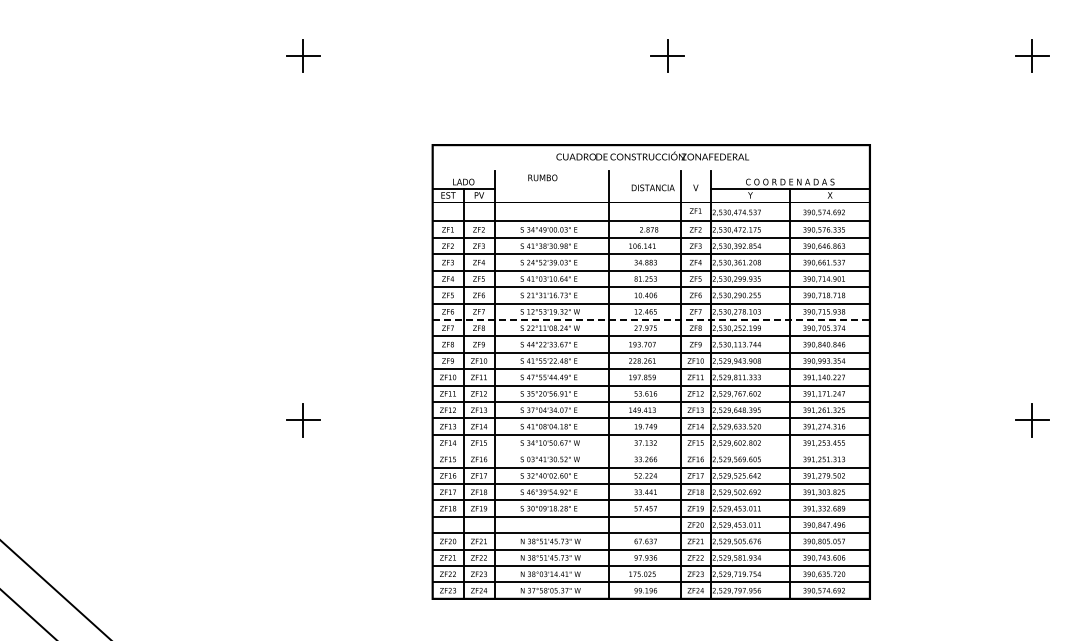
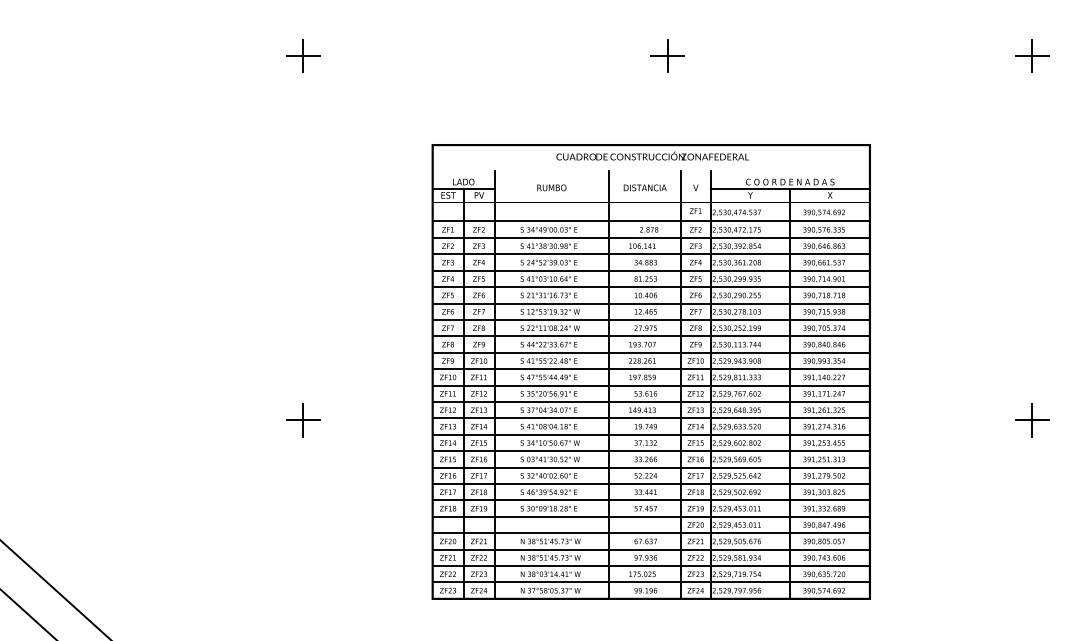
text at (542, 177) position: (542, 177) -> (551, 187)
text at (652, 187) position: (652, 187) -> (644, 187)
line at (651, 320): dashed -> solid
line at (650, 451): none -> present
